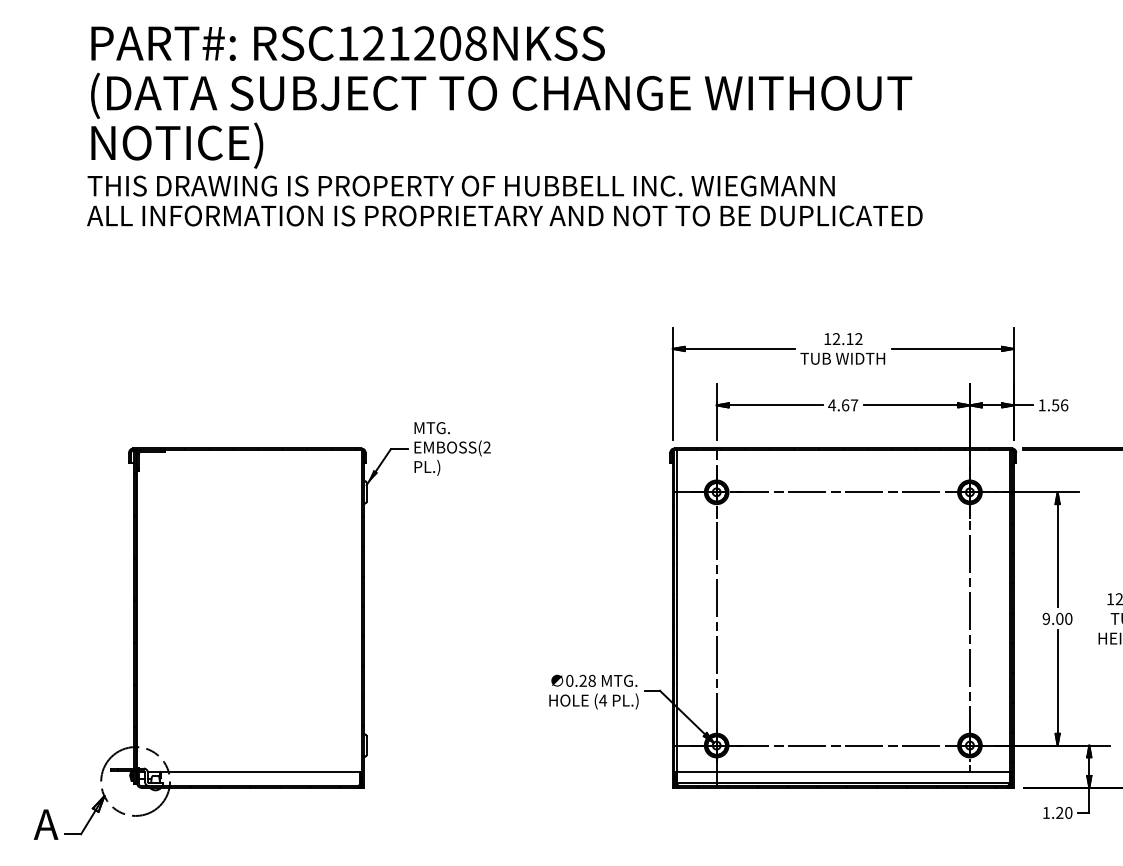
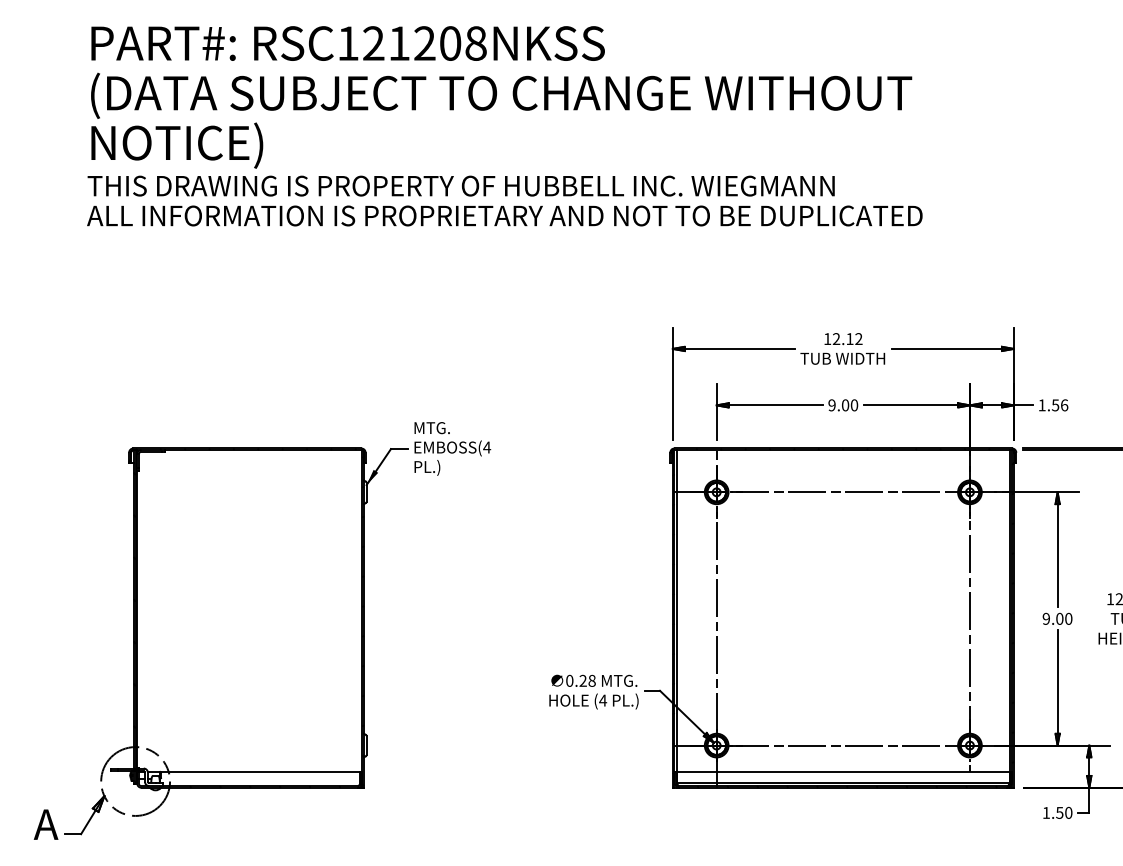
text at (843, 405): 4.67 -> 9.00
text at (487, 447): (2 -> (4
text at (1059, 812): 1.20 -> 1.50
